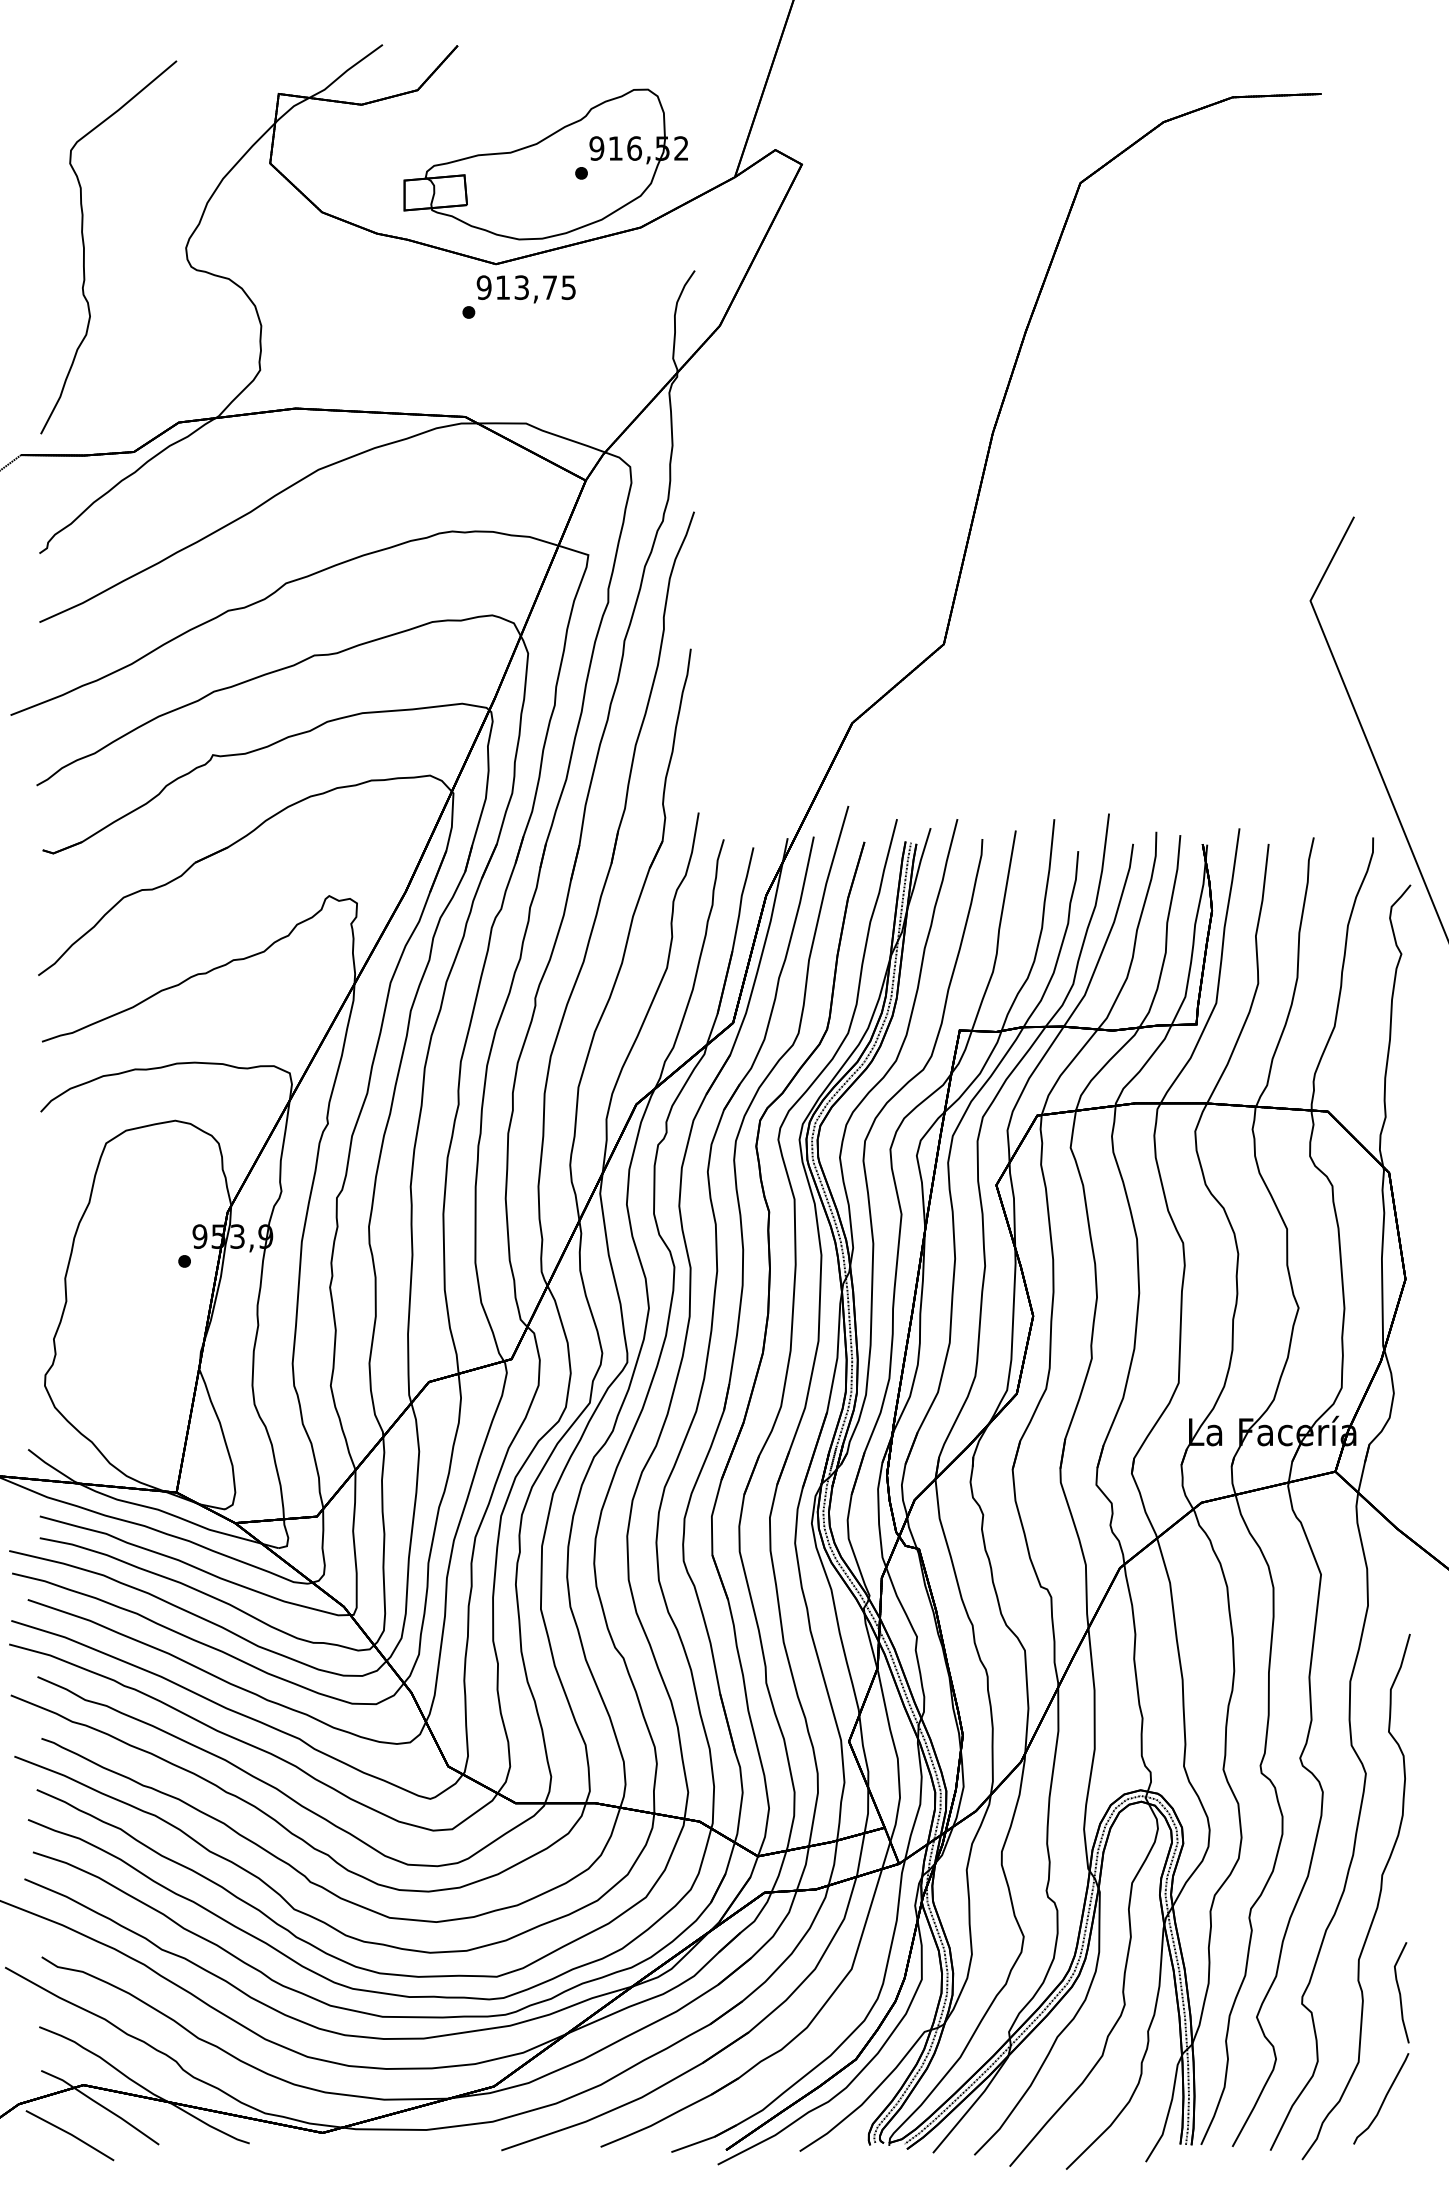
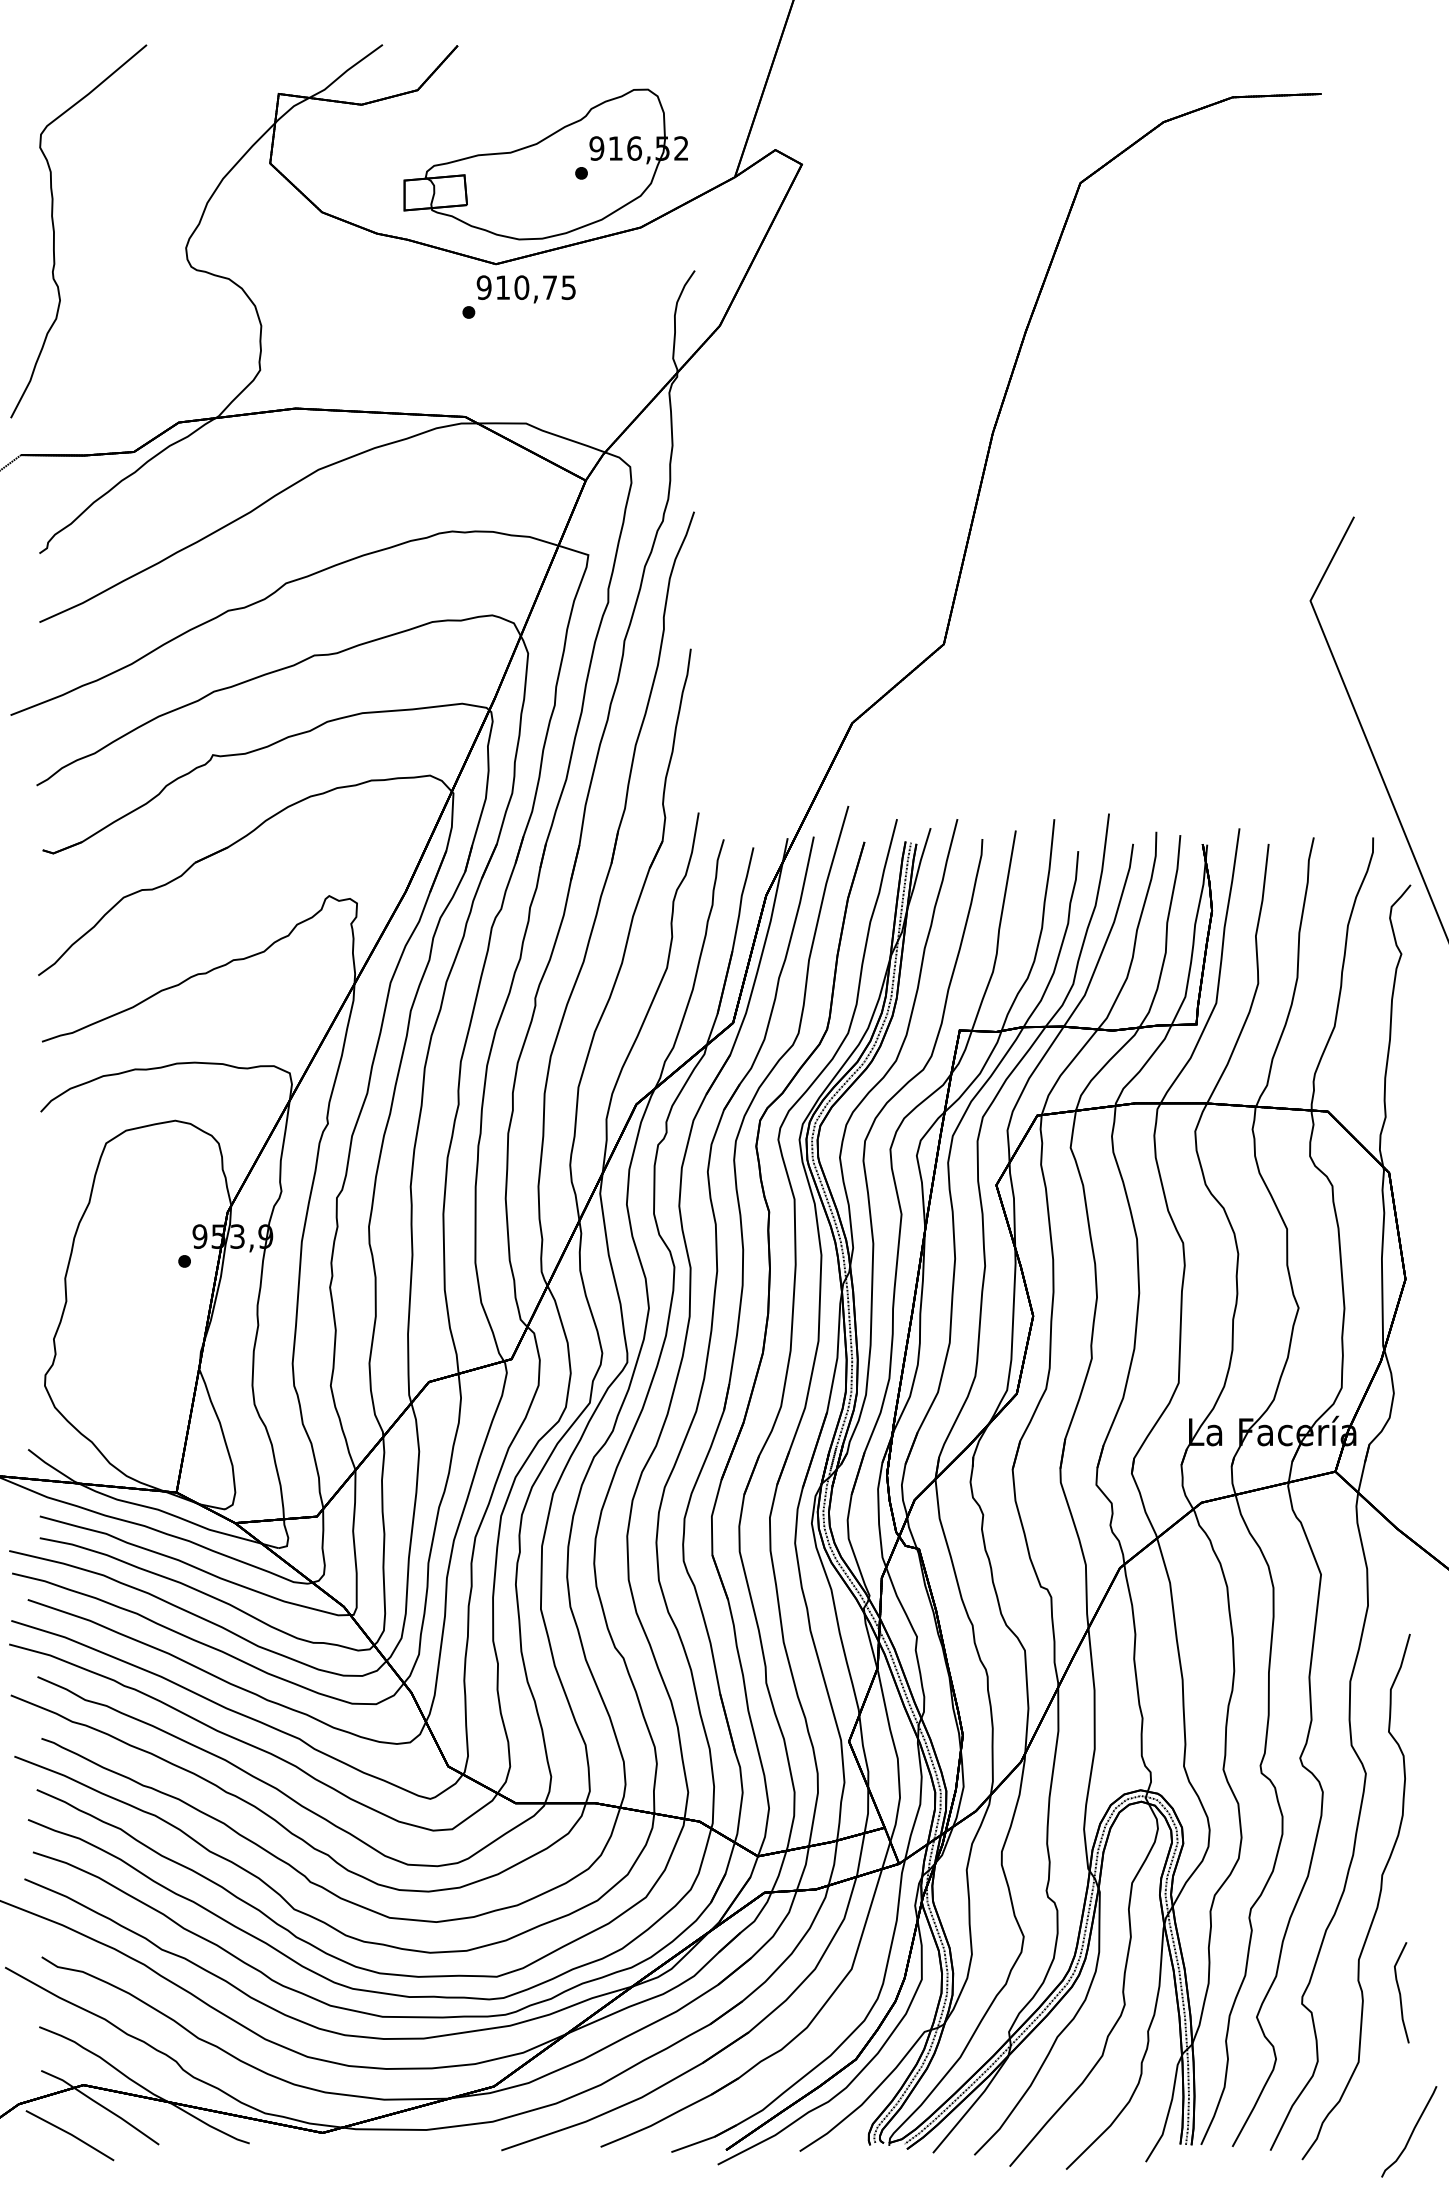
curve at (84, 247) position: (84, 247) -> (54, 231)
text at (521, 287): 913,75 -> 910,75
curve at (1383, 2099) position: (1383, 2099) -> (1411, 2132)
